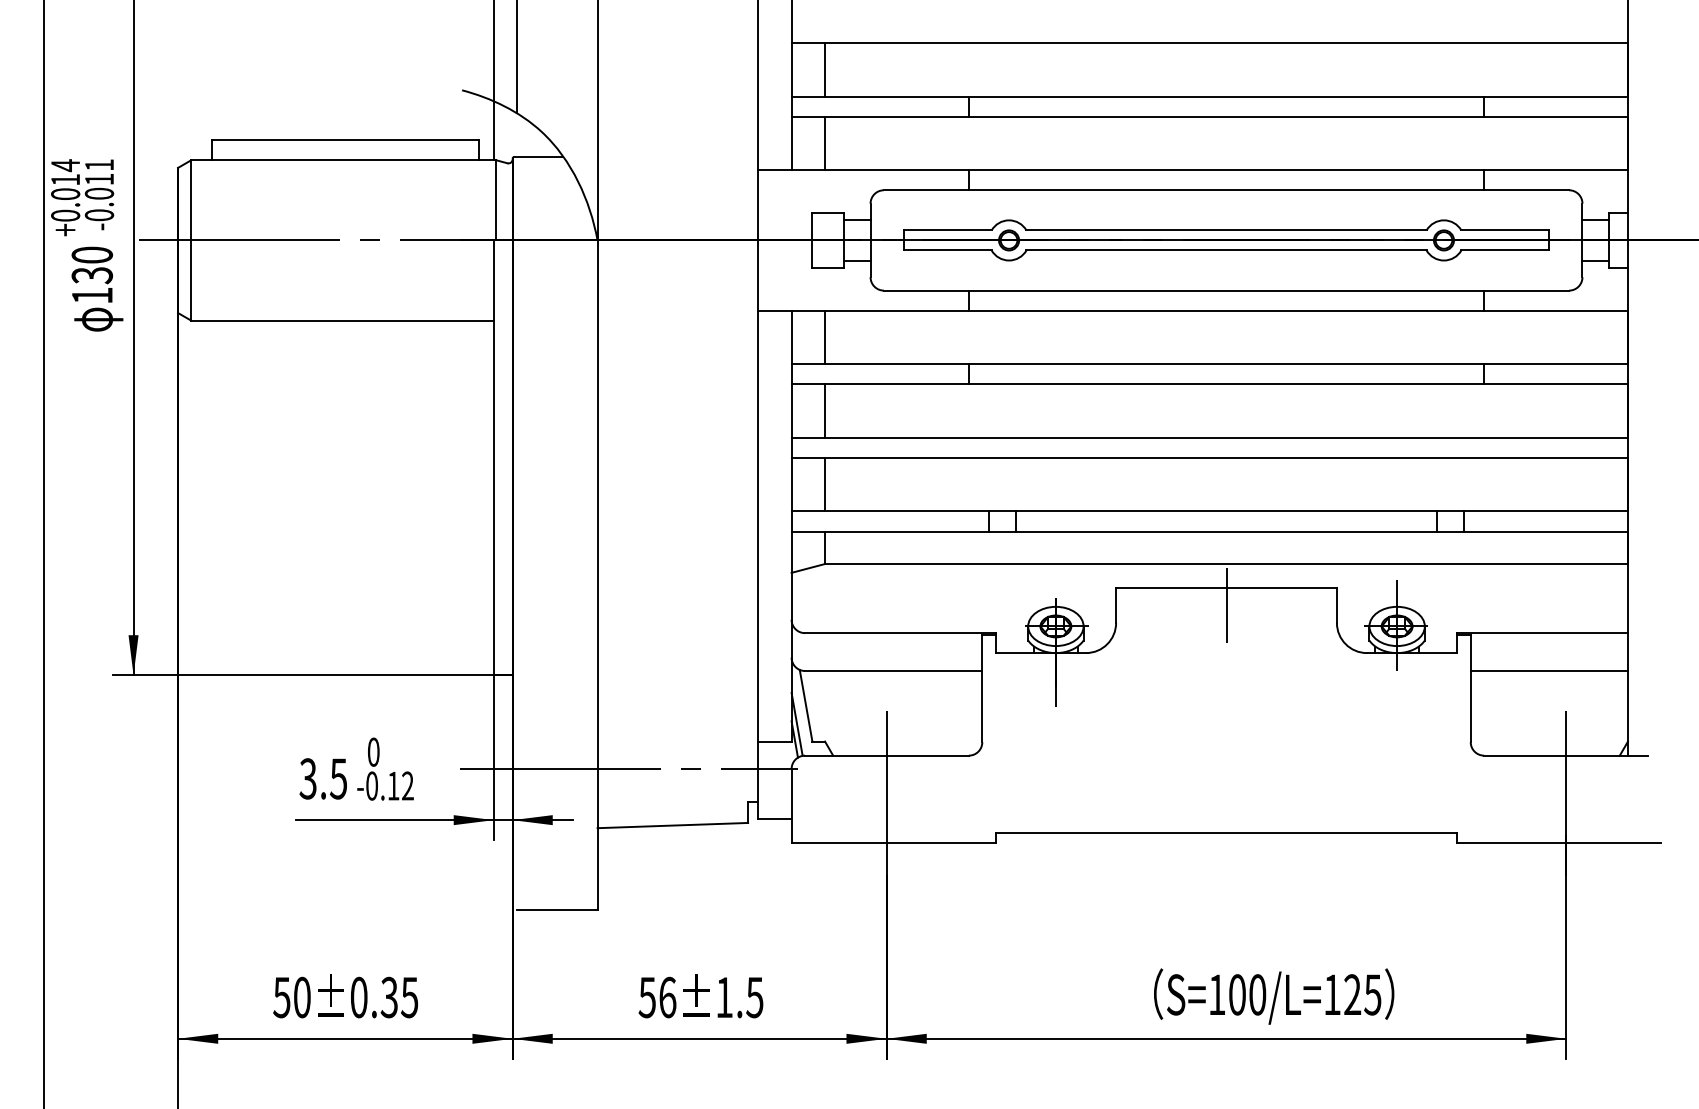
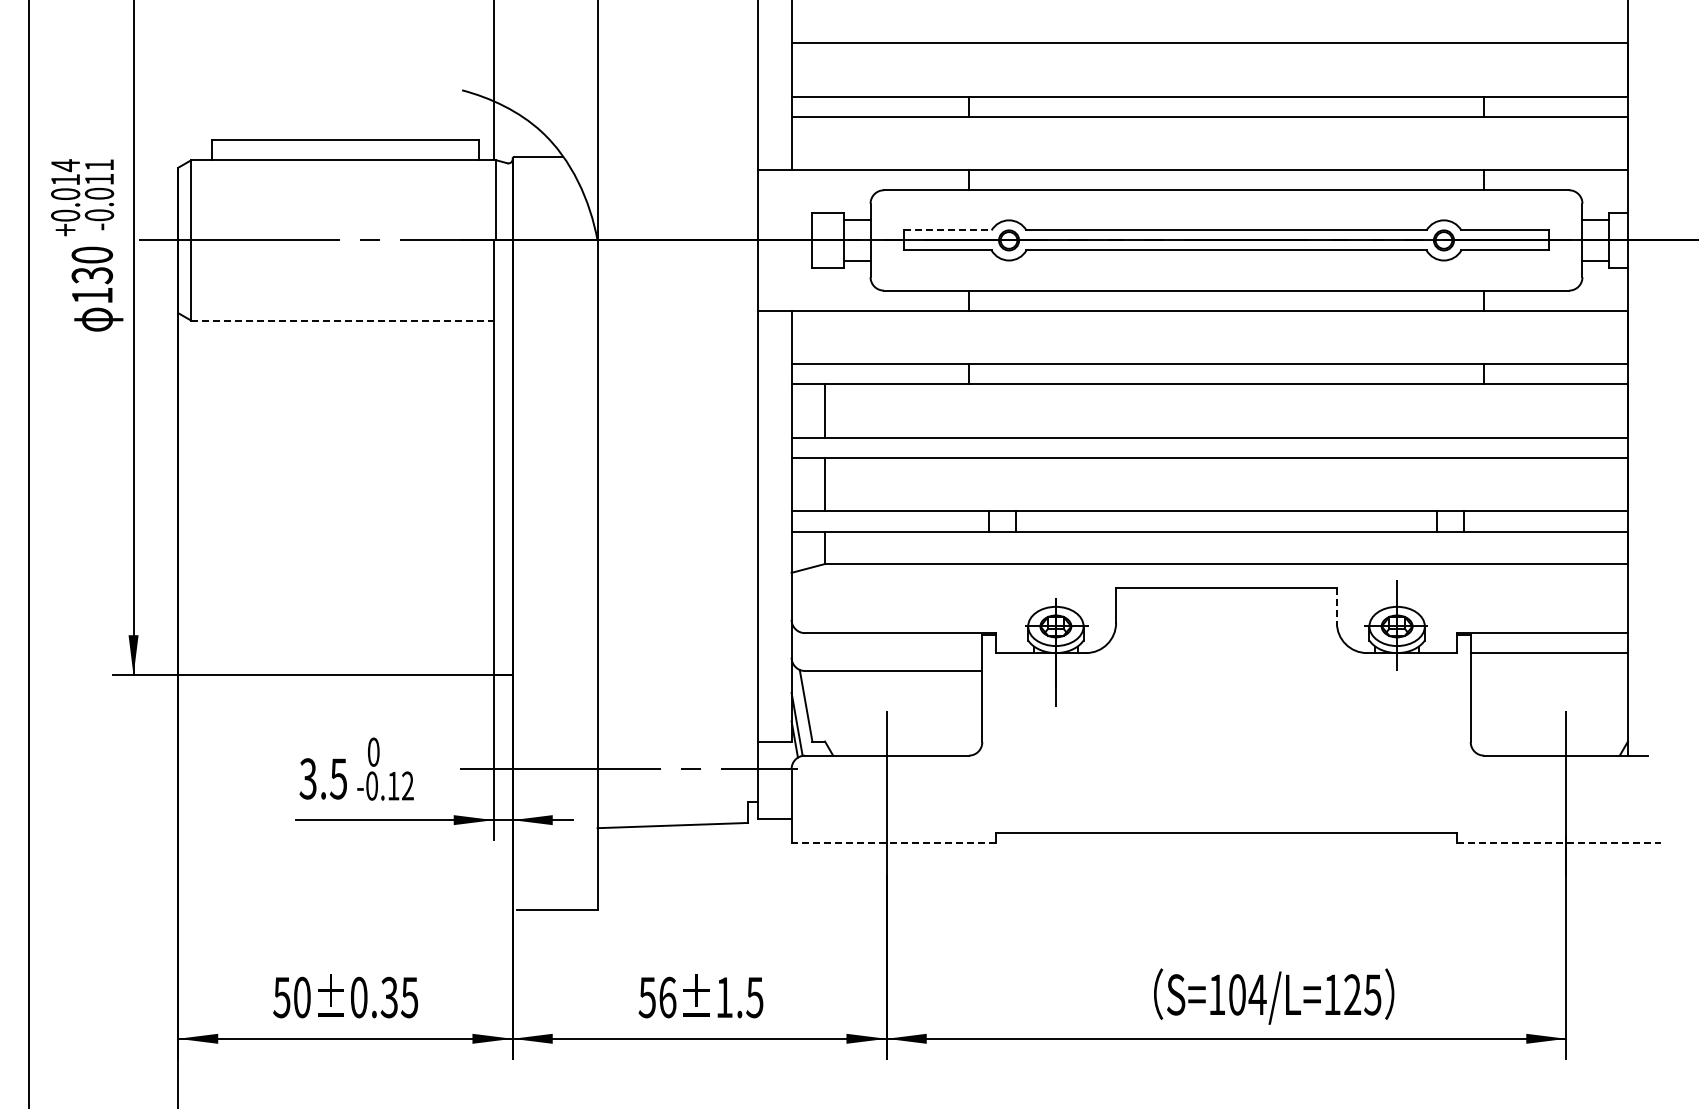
line at (517, 57): present -> none
line at (825, 69): present -> none
line at (825, 143): present -> none
line at (947, 230): solid -> dashed
line at (343, 320): solid -> dashed
line at (825, 337): present -> none
line at (44, 553) position: (44, 553) -> (29, 553)
line at (1226, 605): present -> none
line at (1336, 606): solid -> dashed
line at (1548, 671) position: (1548, 671) -> (1548, 653)
line at (893, 842): solid -> dashed
line at (1559, 842): solid -> dashed
text at (1257, 994): S=100/L=125 -> S=104/L=125
